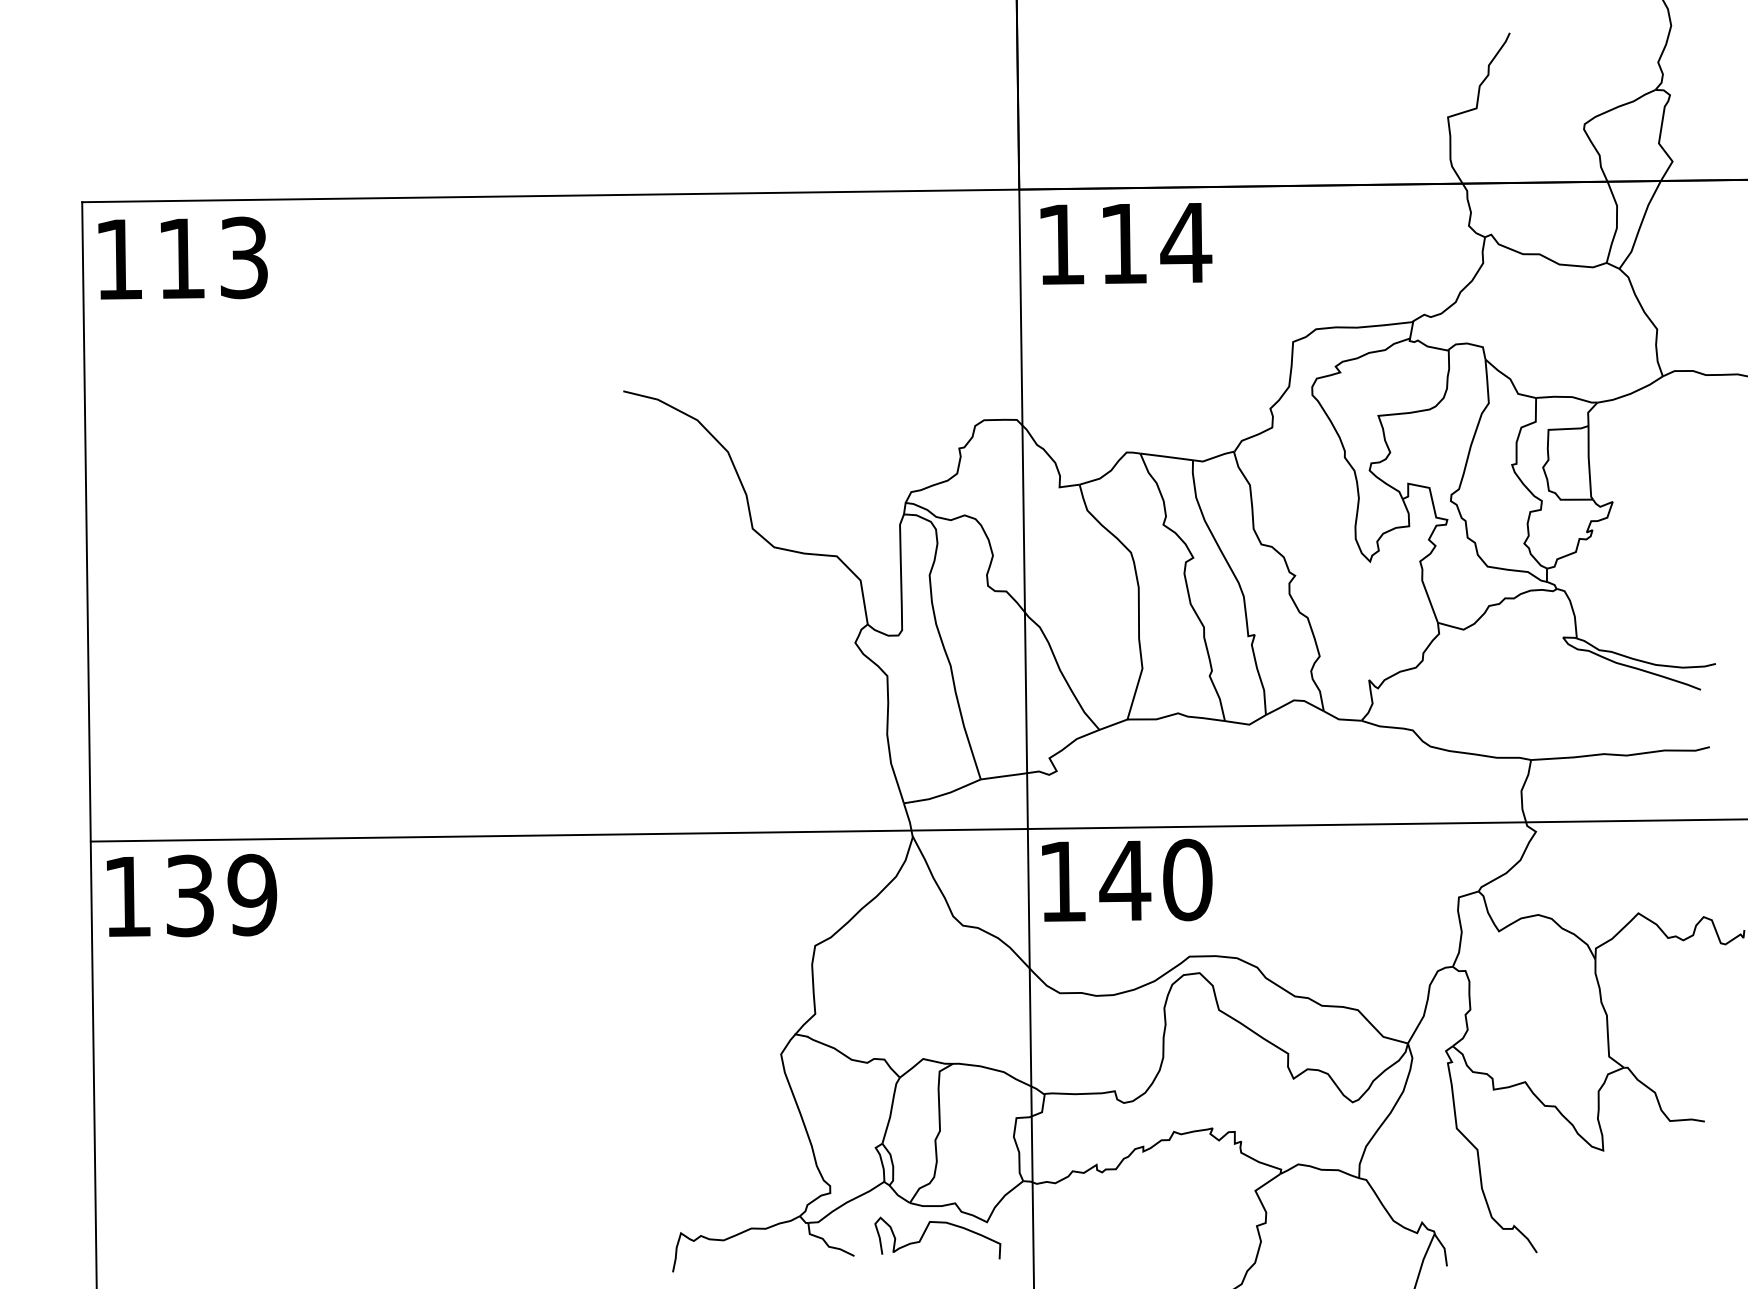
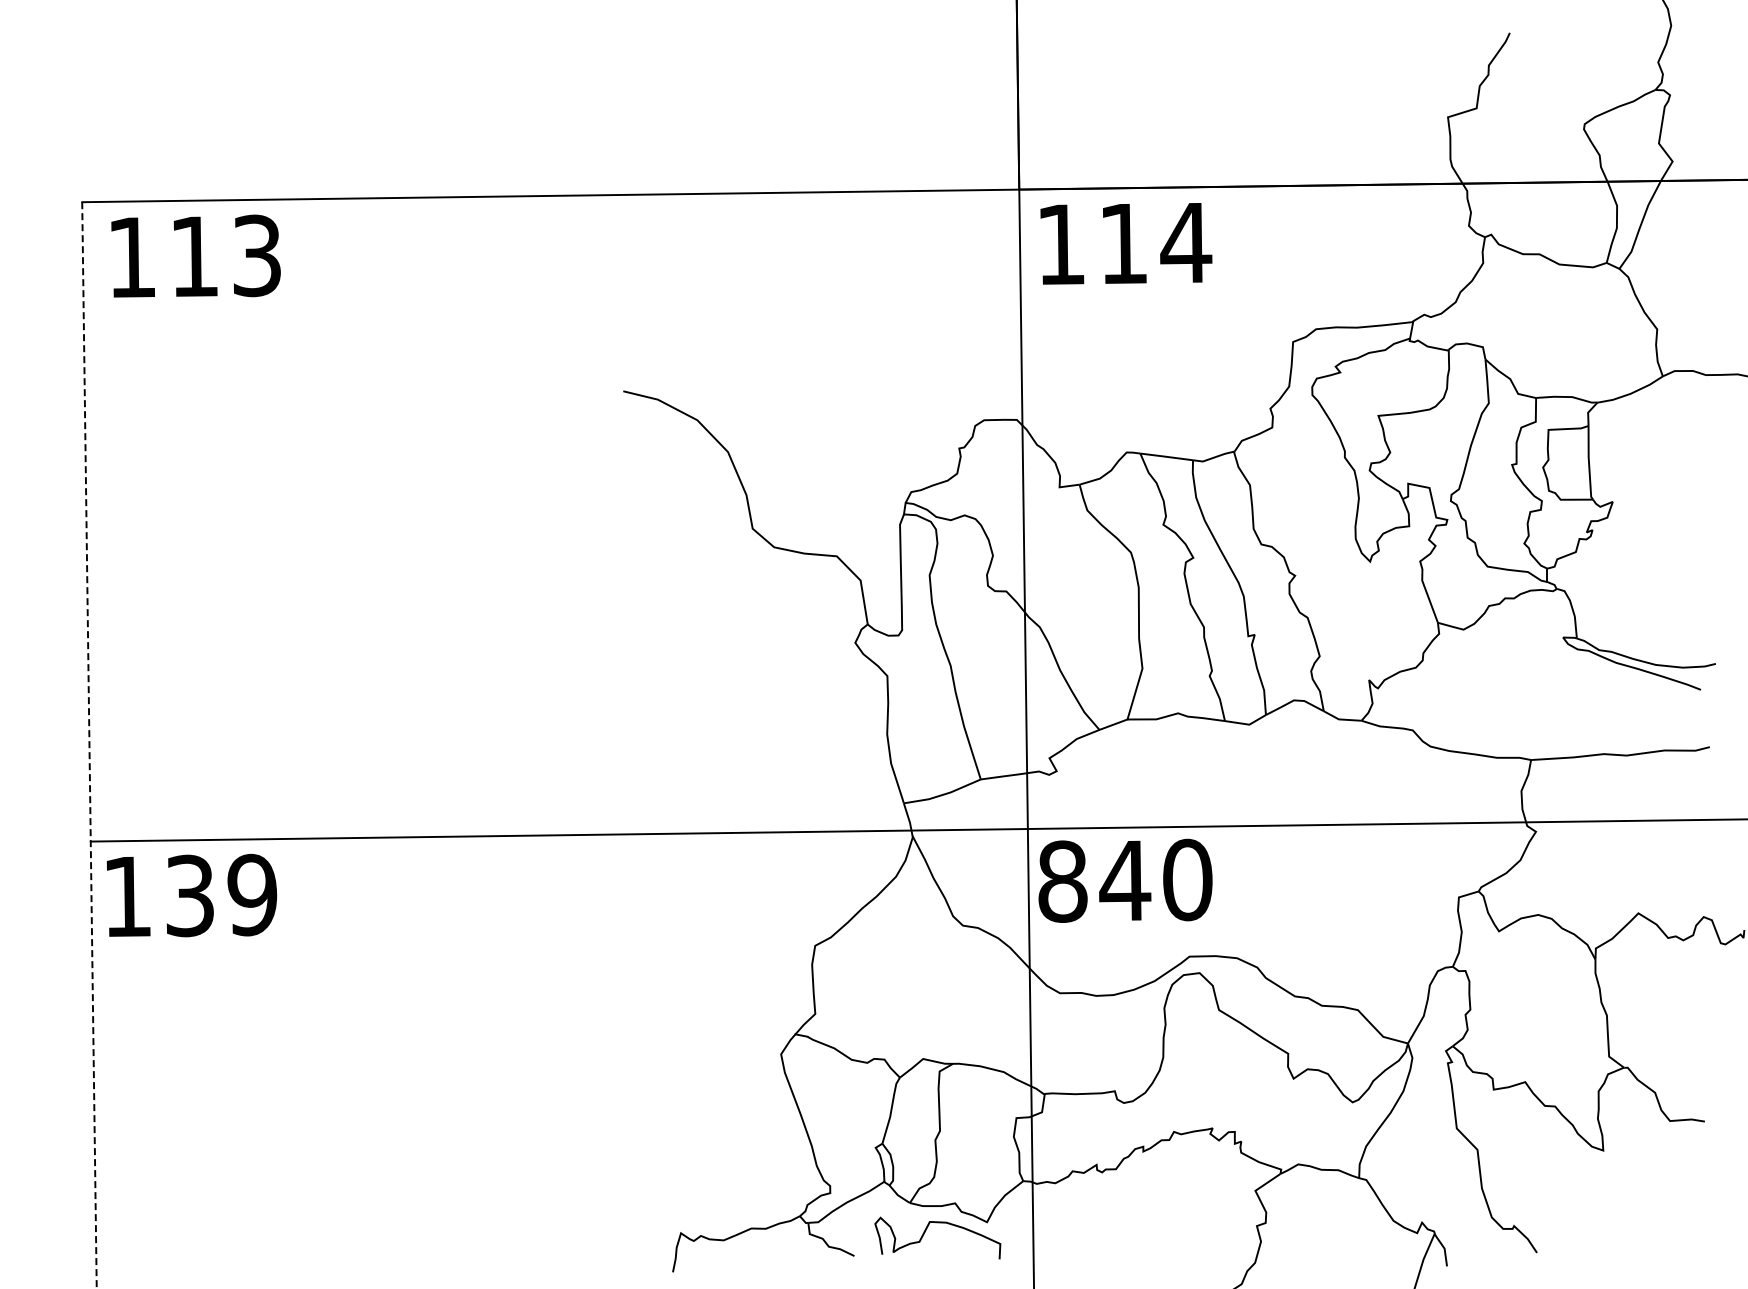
text at (182, 257) position: (182, 257) -> (195, 255)
line at (89, 746): solid -> dashed
text at (1062, 881): 140 -> 840
